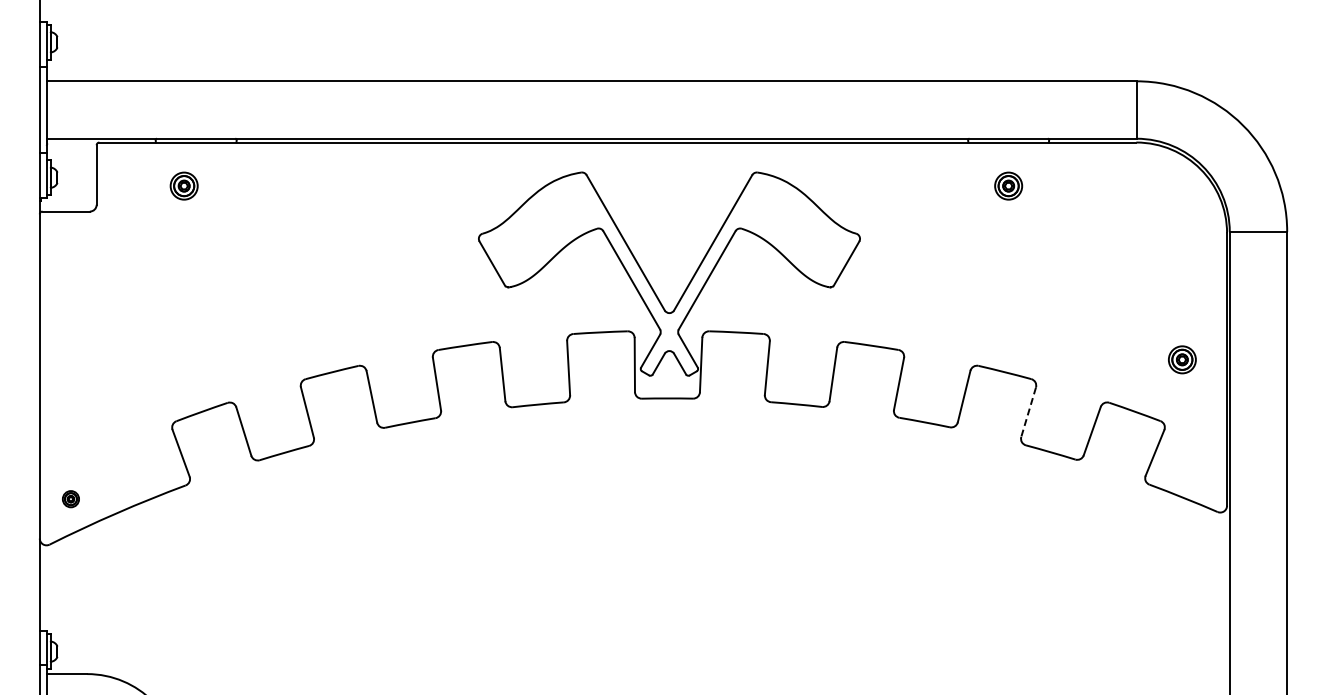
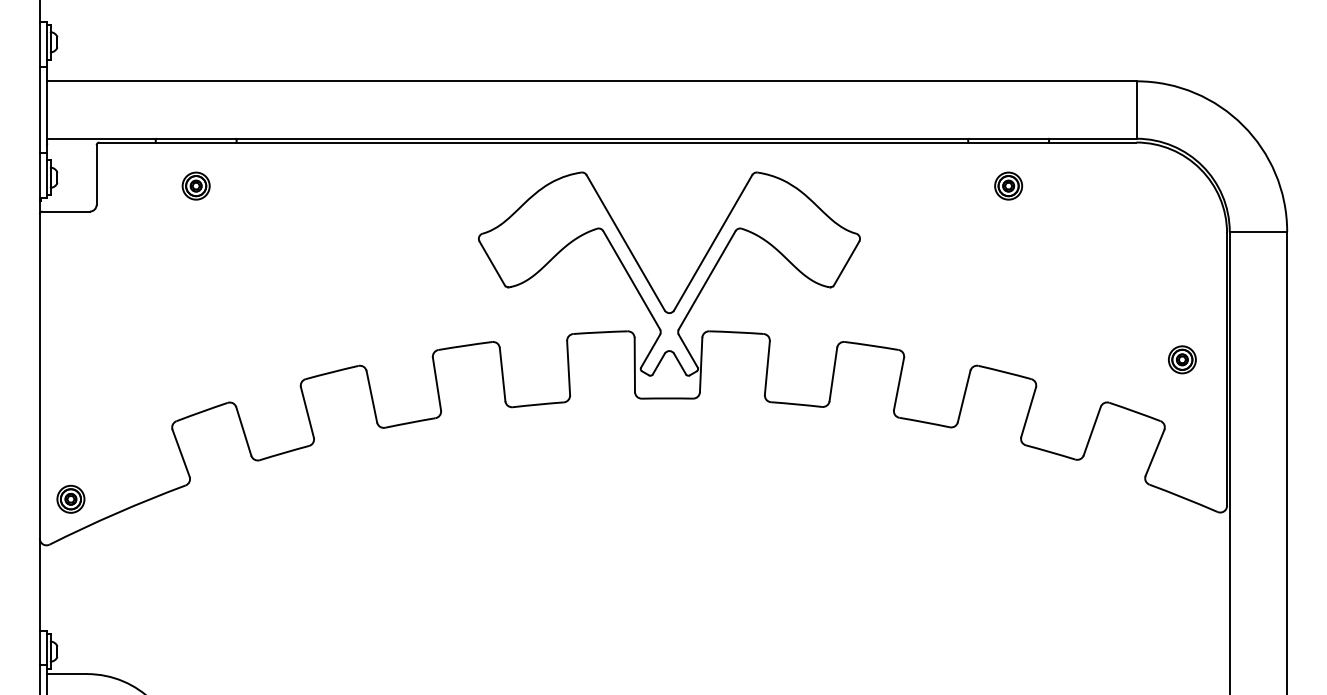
part at (183, 185) position: (183, 185) -> (195, 185)
line at (1028, 412): dashed -> solid
part at (70, 499) size: 18x19 px -> 30x30 px
